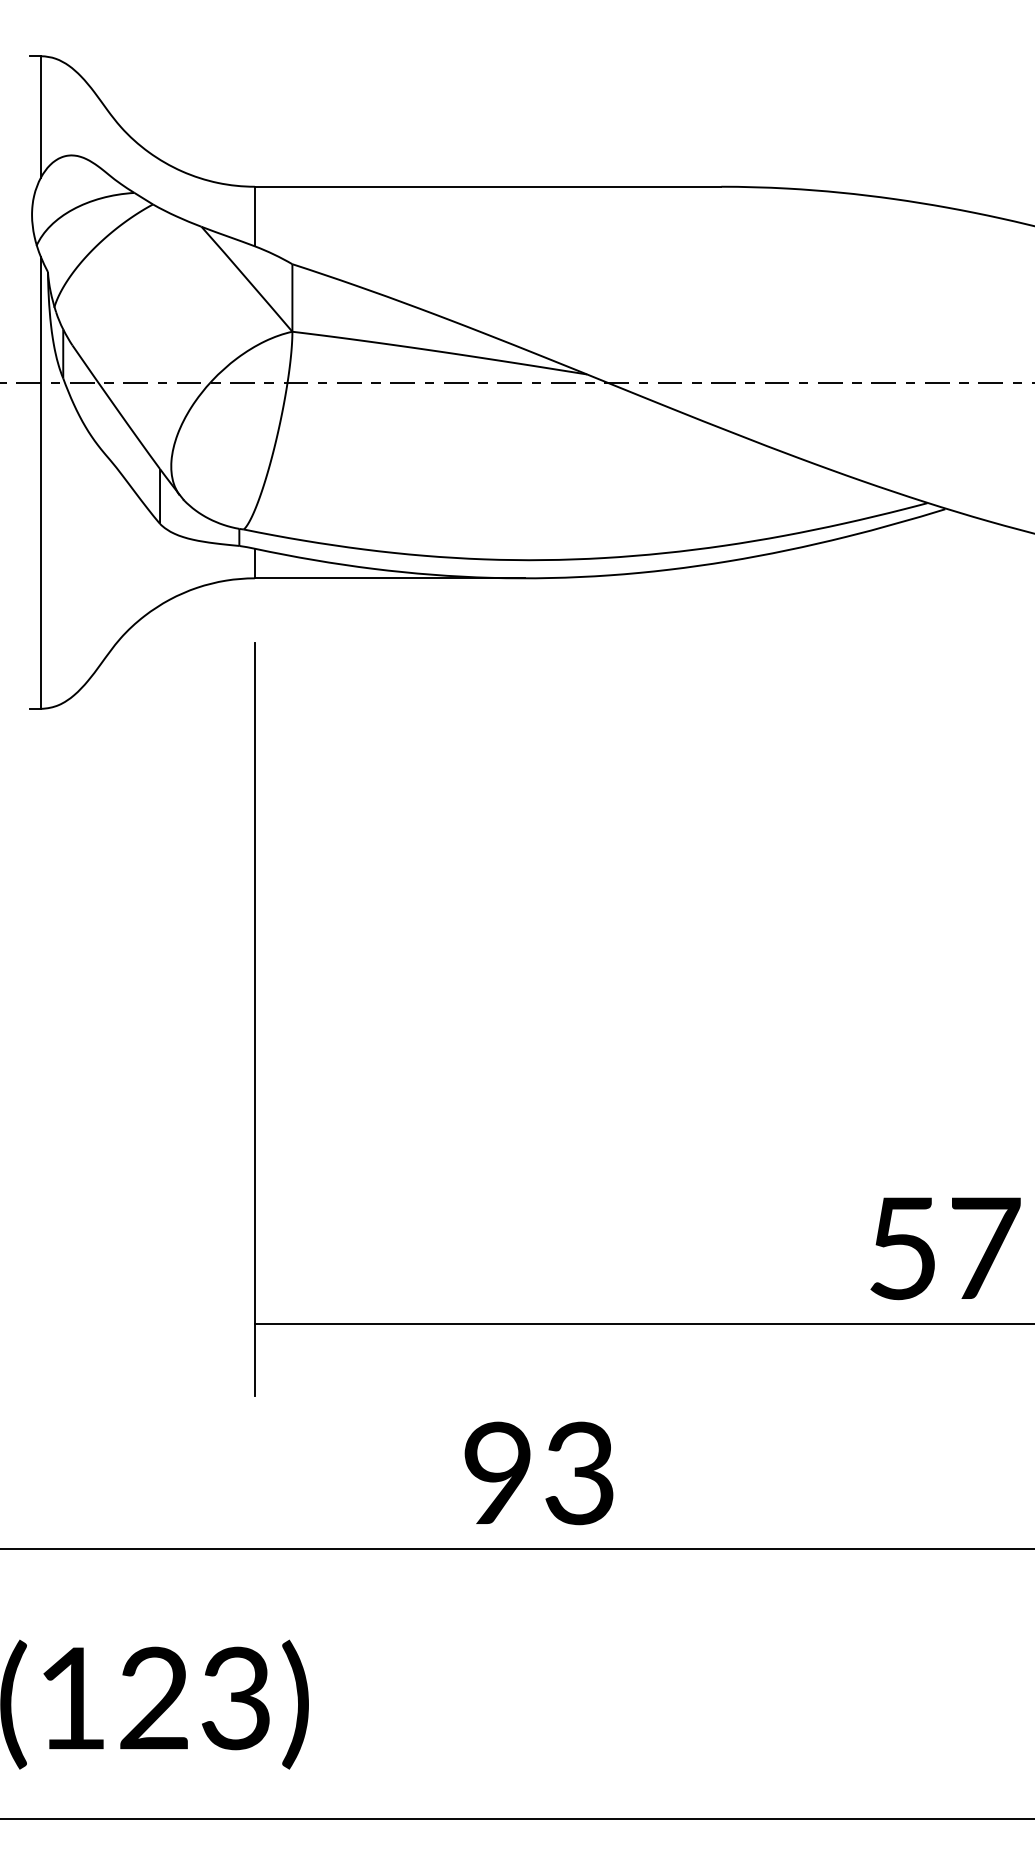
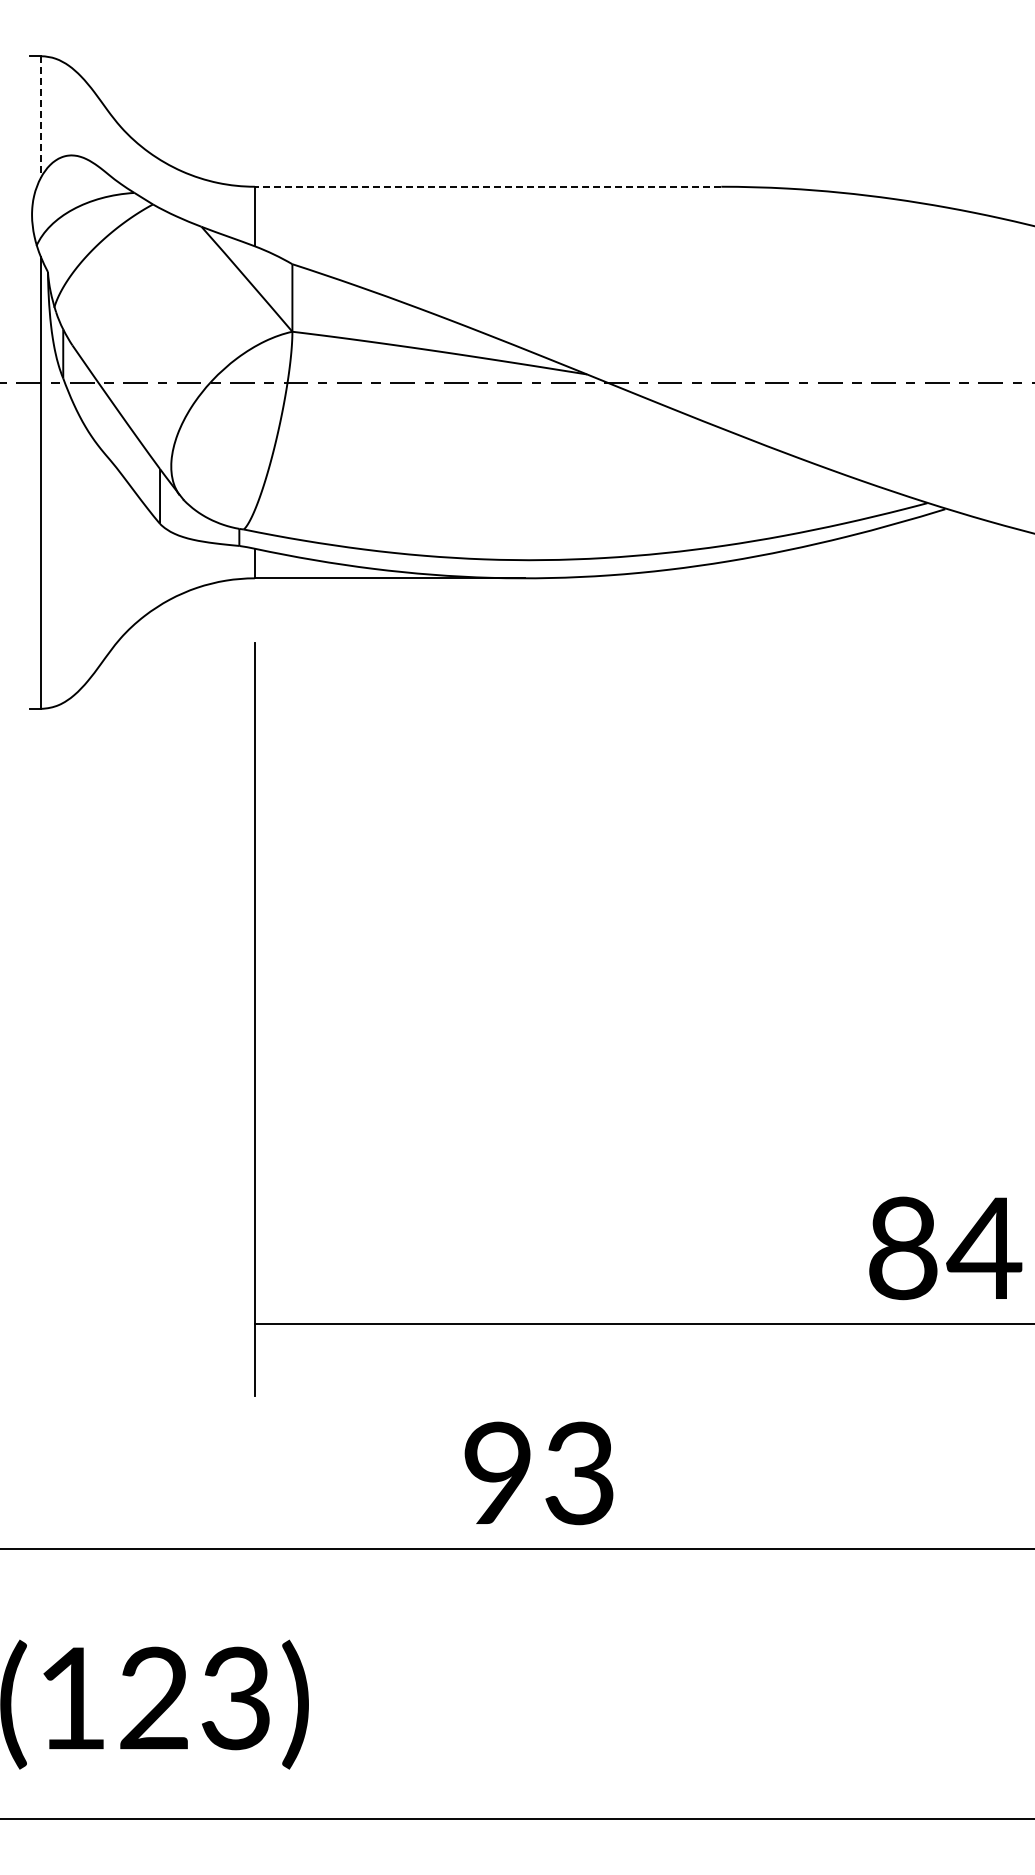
line at (41, 116): solid -> dashed
line at (487, 186): solid -> dashed
text at (945, 1248): 57 -> 84
